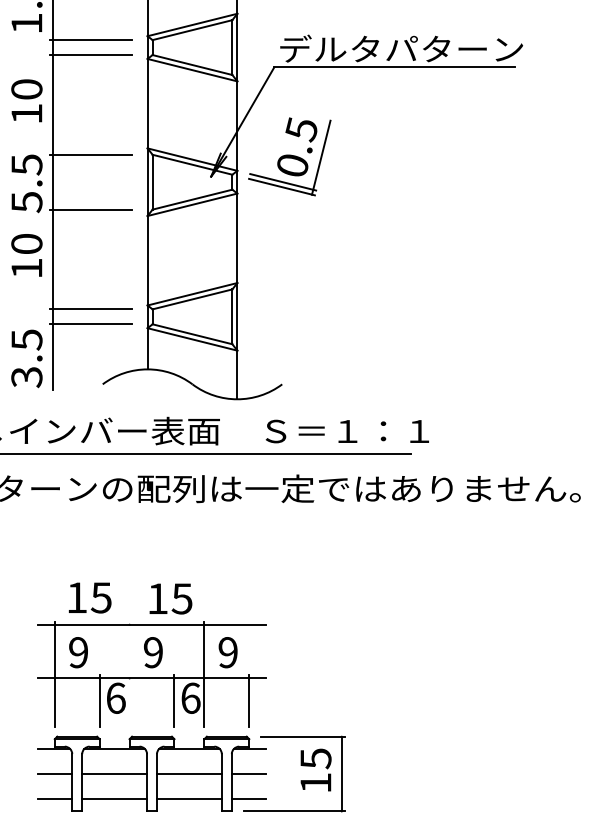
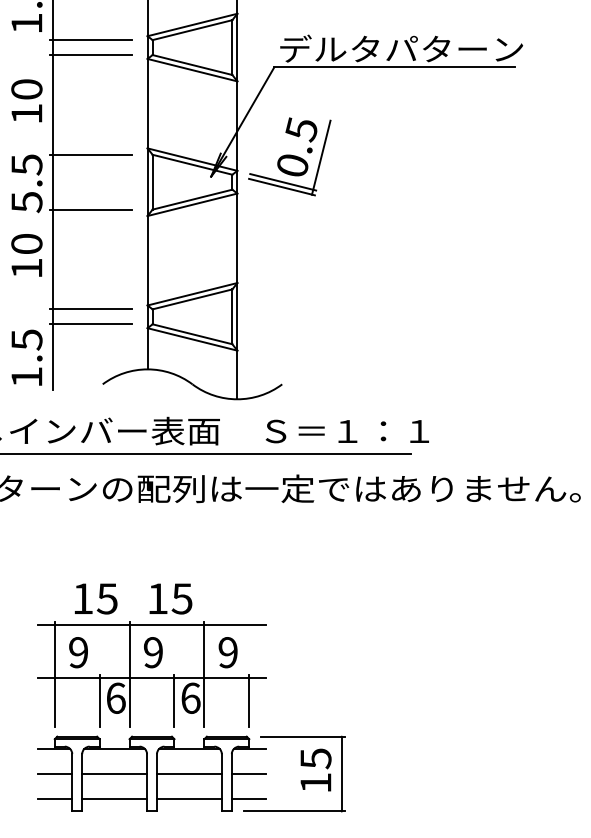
text at (26, 377): 3.5 -> 1.5
text at (90, 597) position: (90, 597) -> (96, 598)
line at (129, 674): none -> present
